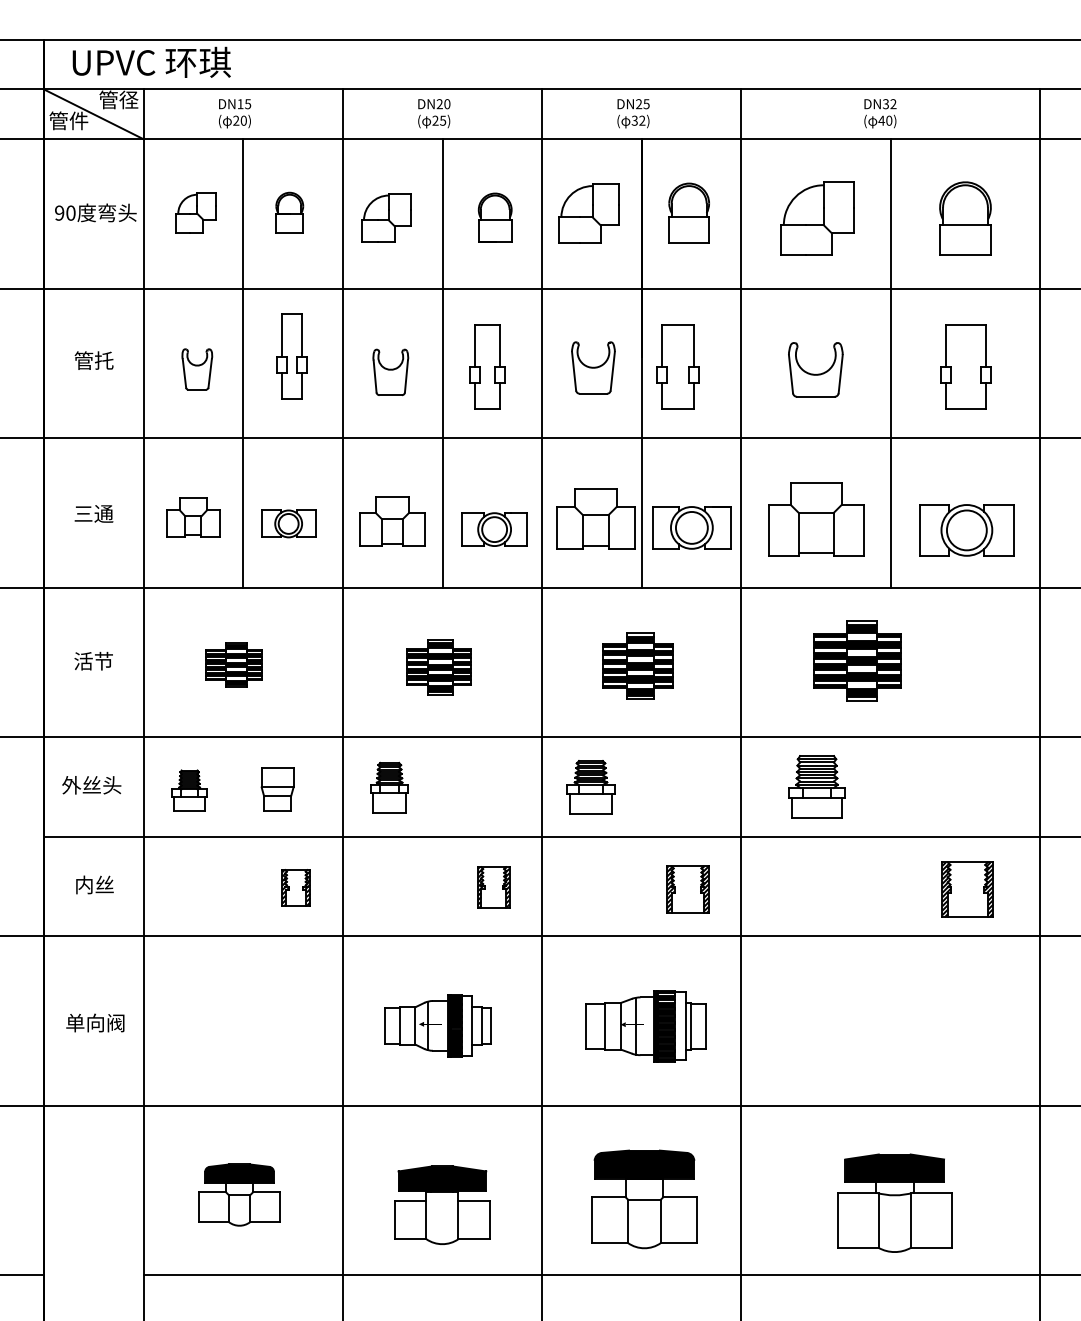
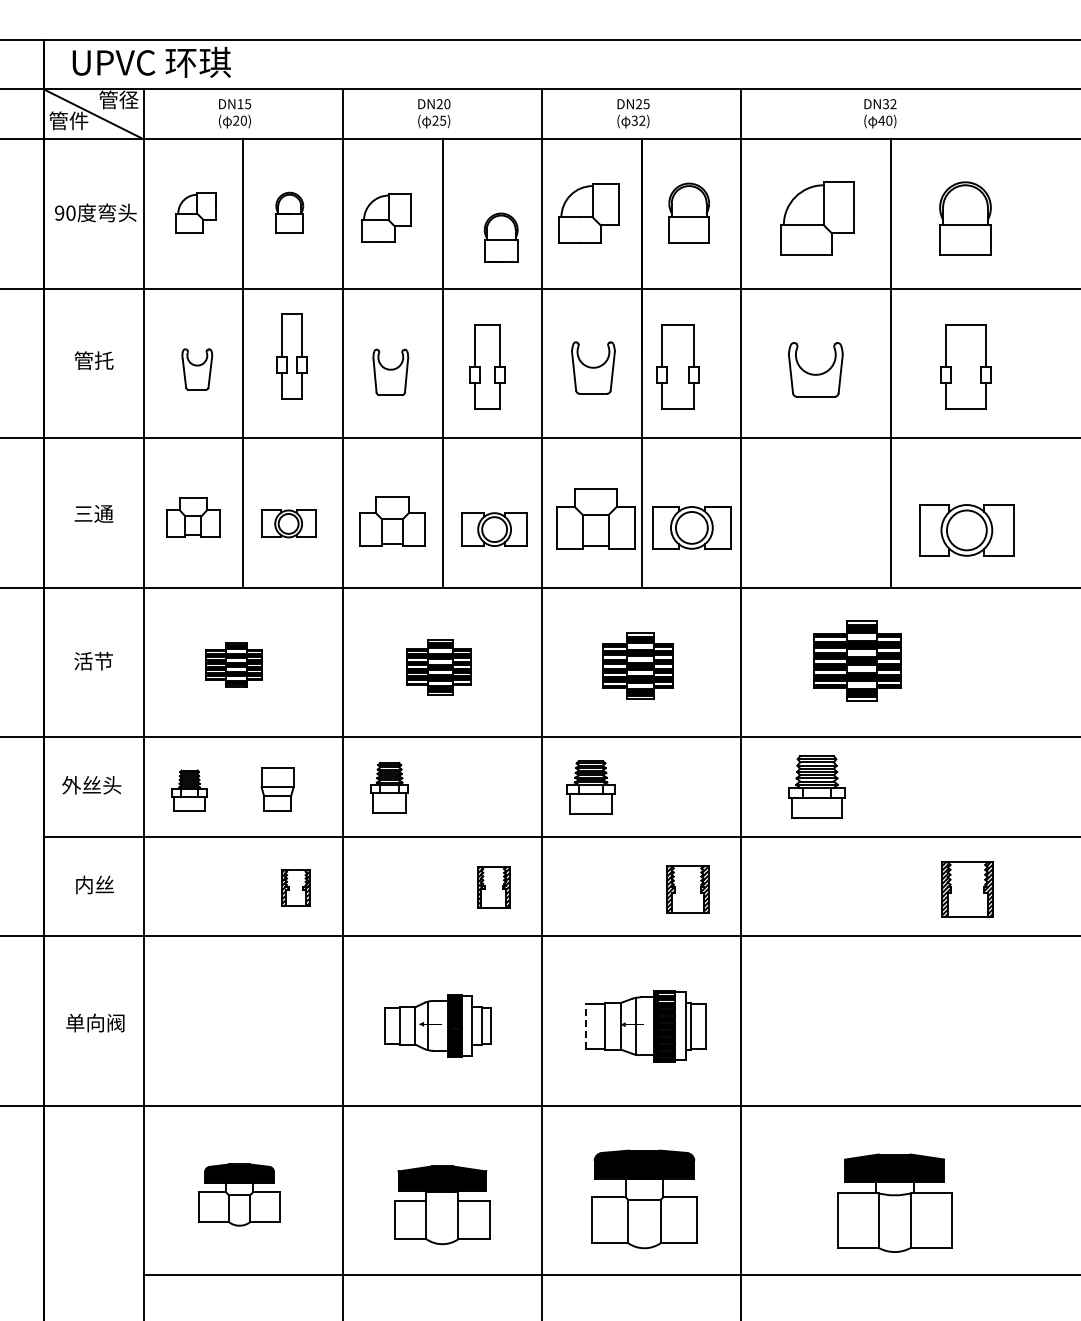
part at (494, 217) position: (494, 217) -> (500, 237)
part at (816, 519): present -> none
line at (1040, 703): present -> none
line at (586, 1026): solid -> dashed
line at (22, 1275): present -> none
